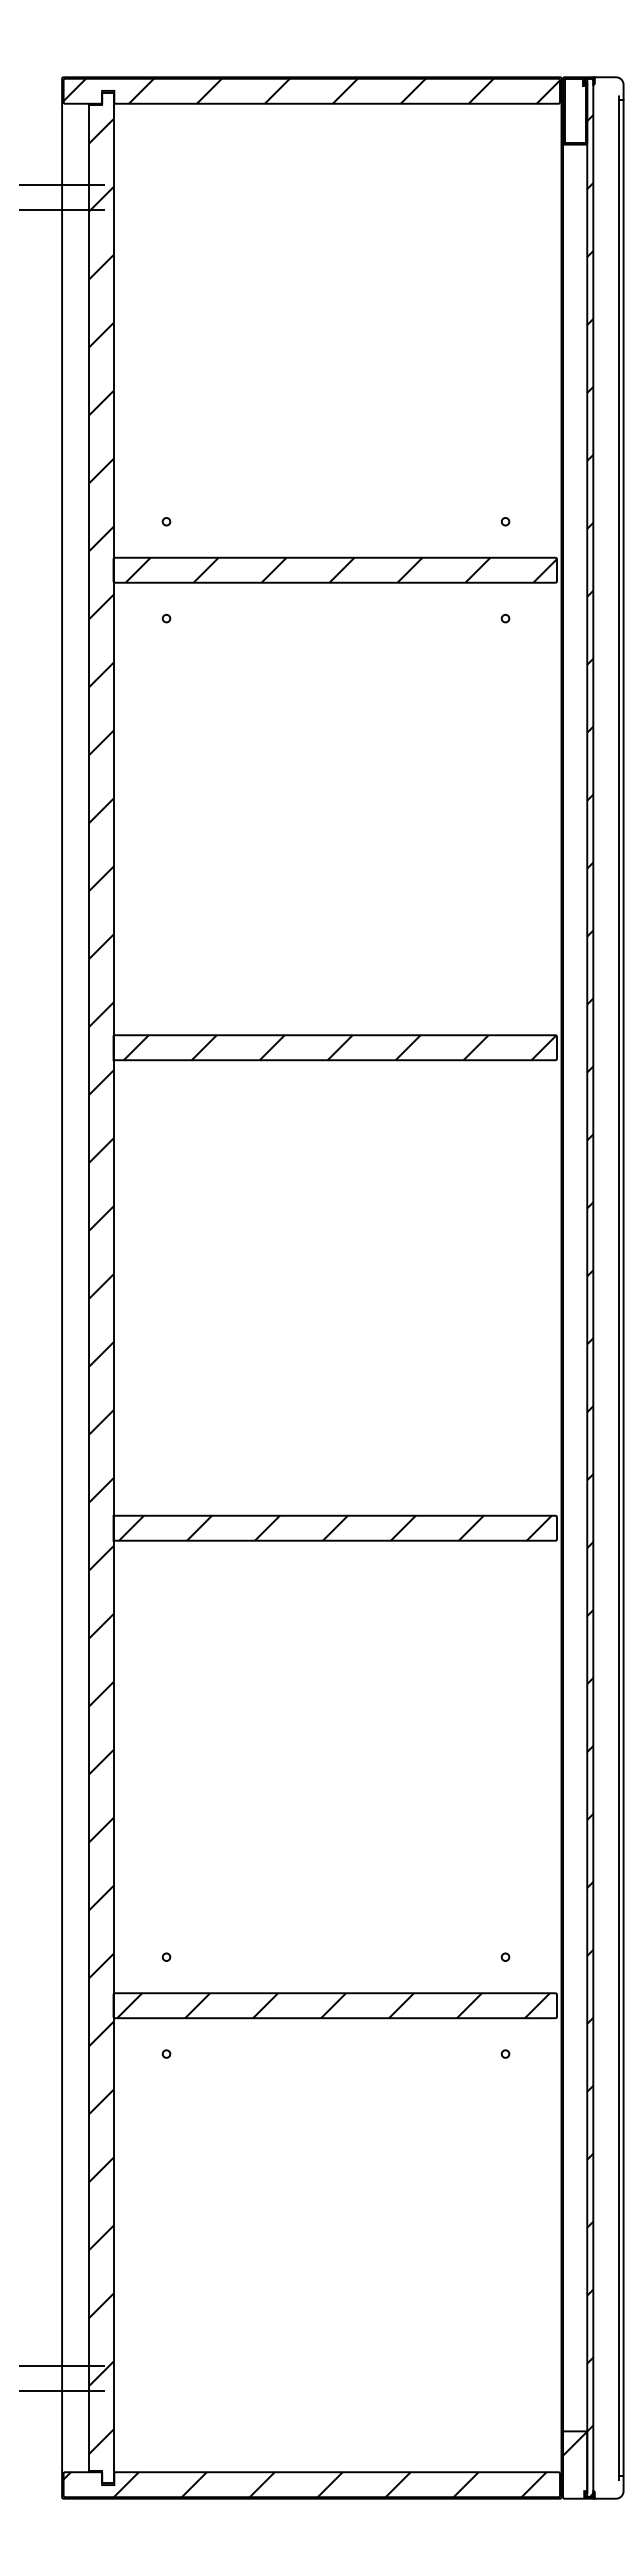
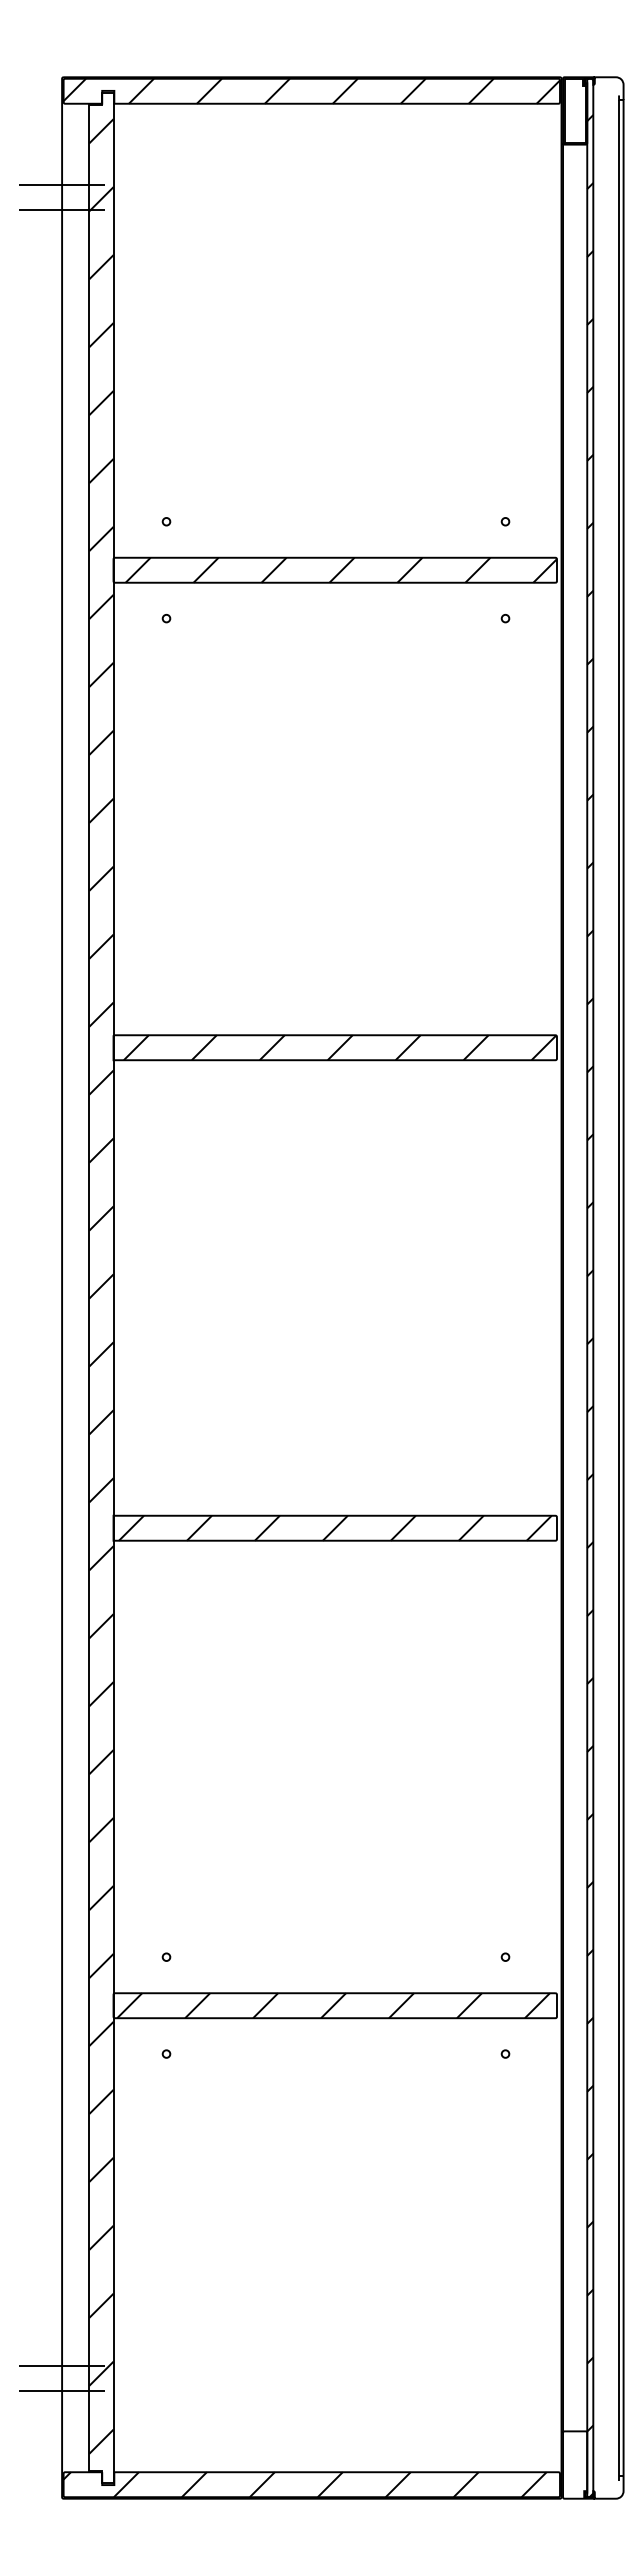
hatch at (578, 2464): present -> none
